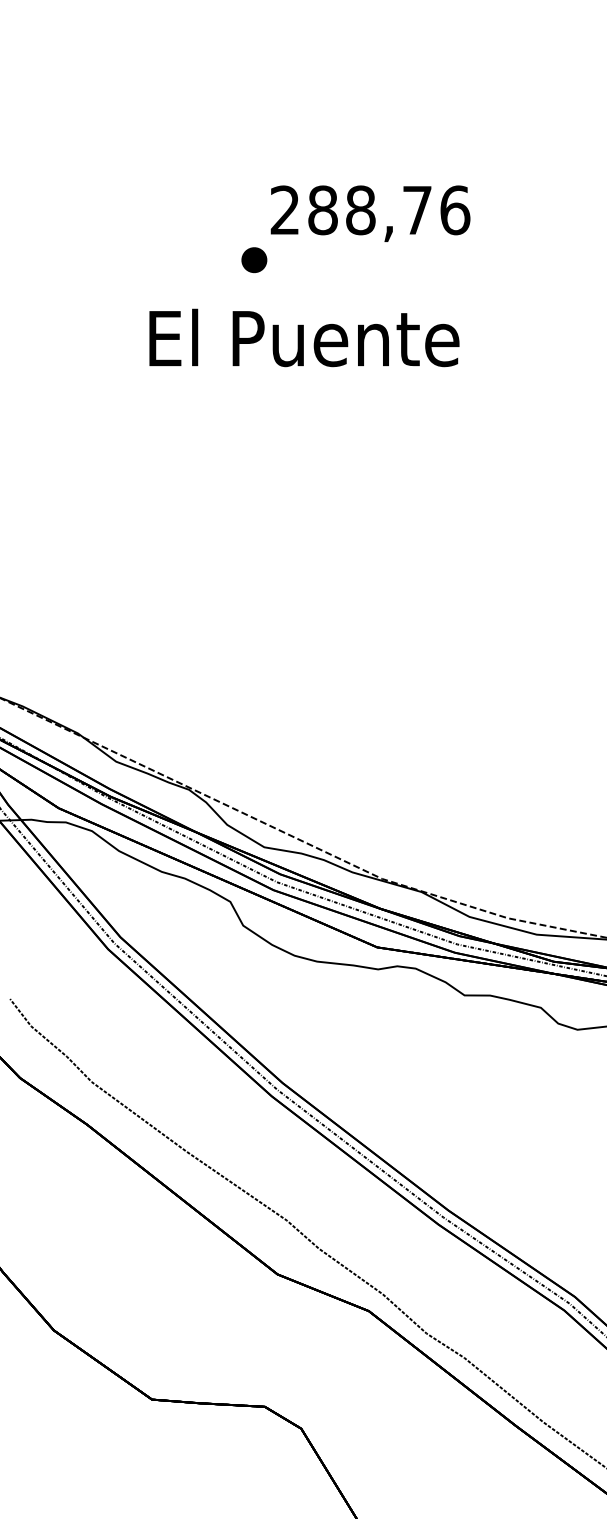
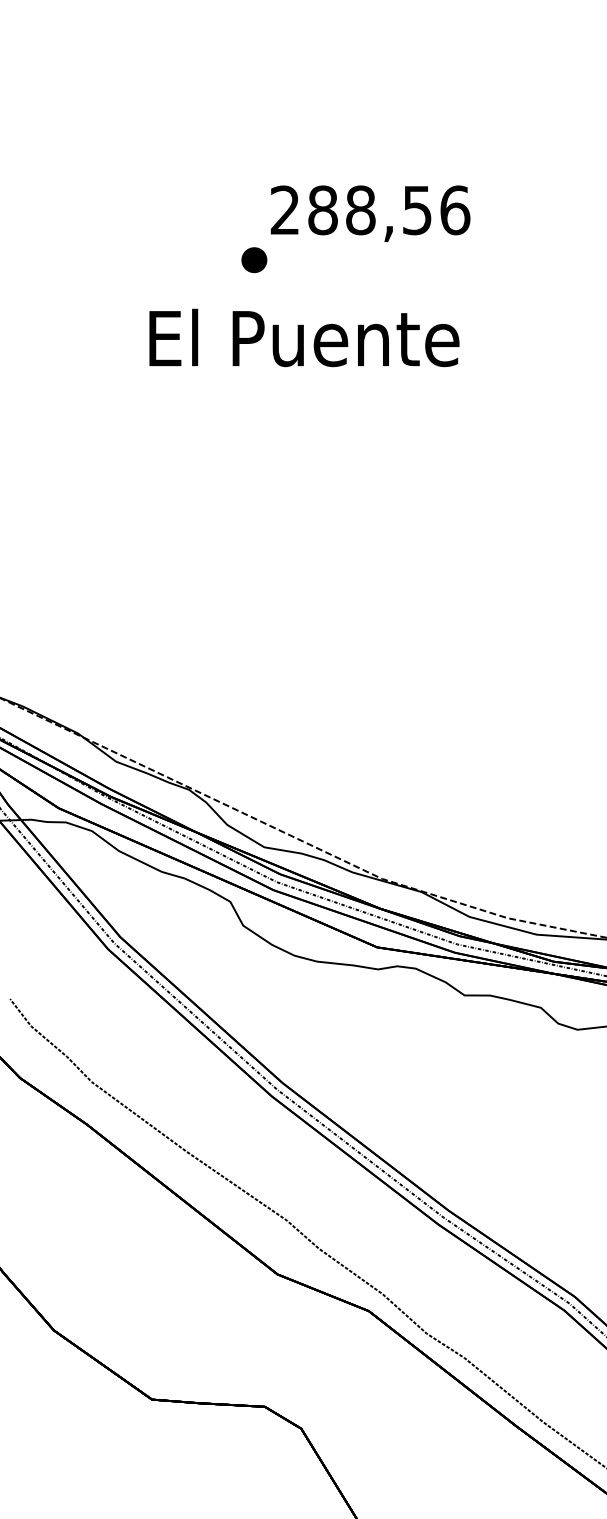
text at (417, 210): 288,76 -> 288,56
